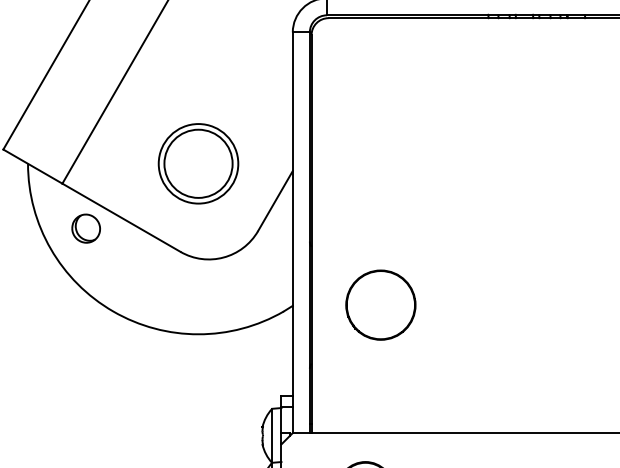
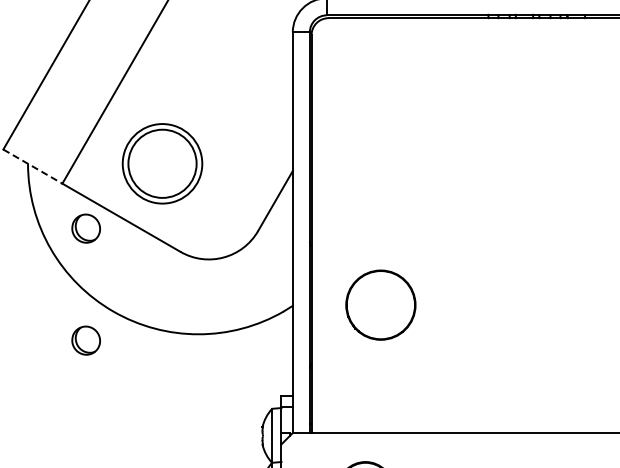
part at (198, 163) position: (198, 163) -> (162, 163)
line at (33, 166): solid -> dashed
part at (85, 340): none -> present
